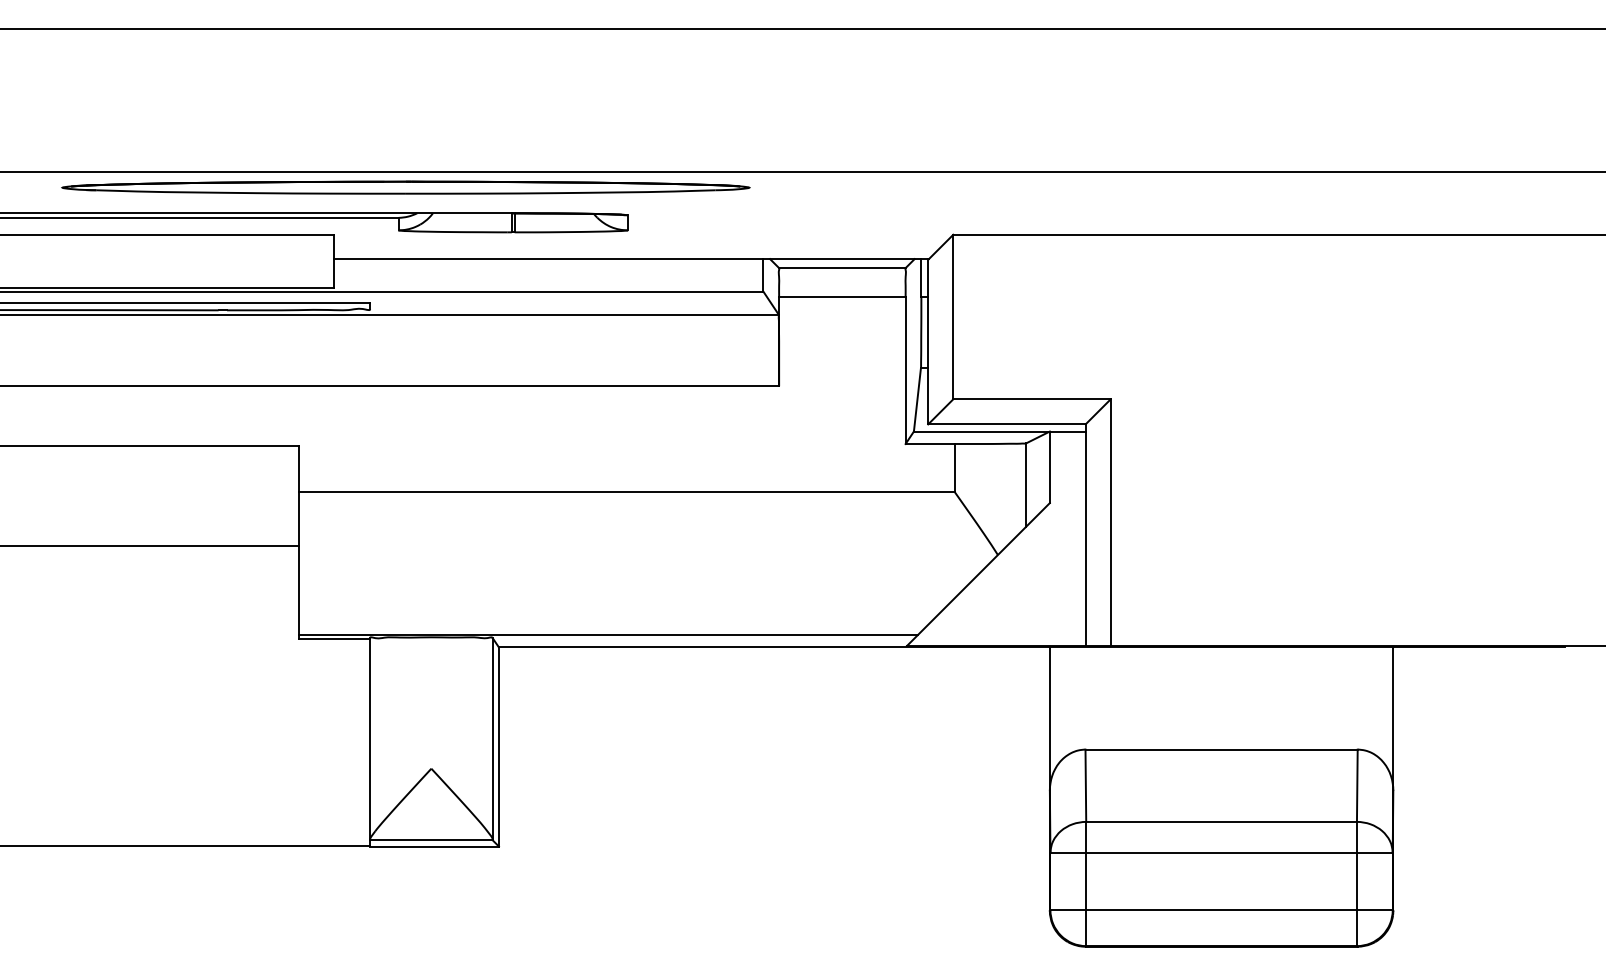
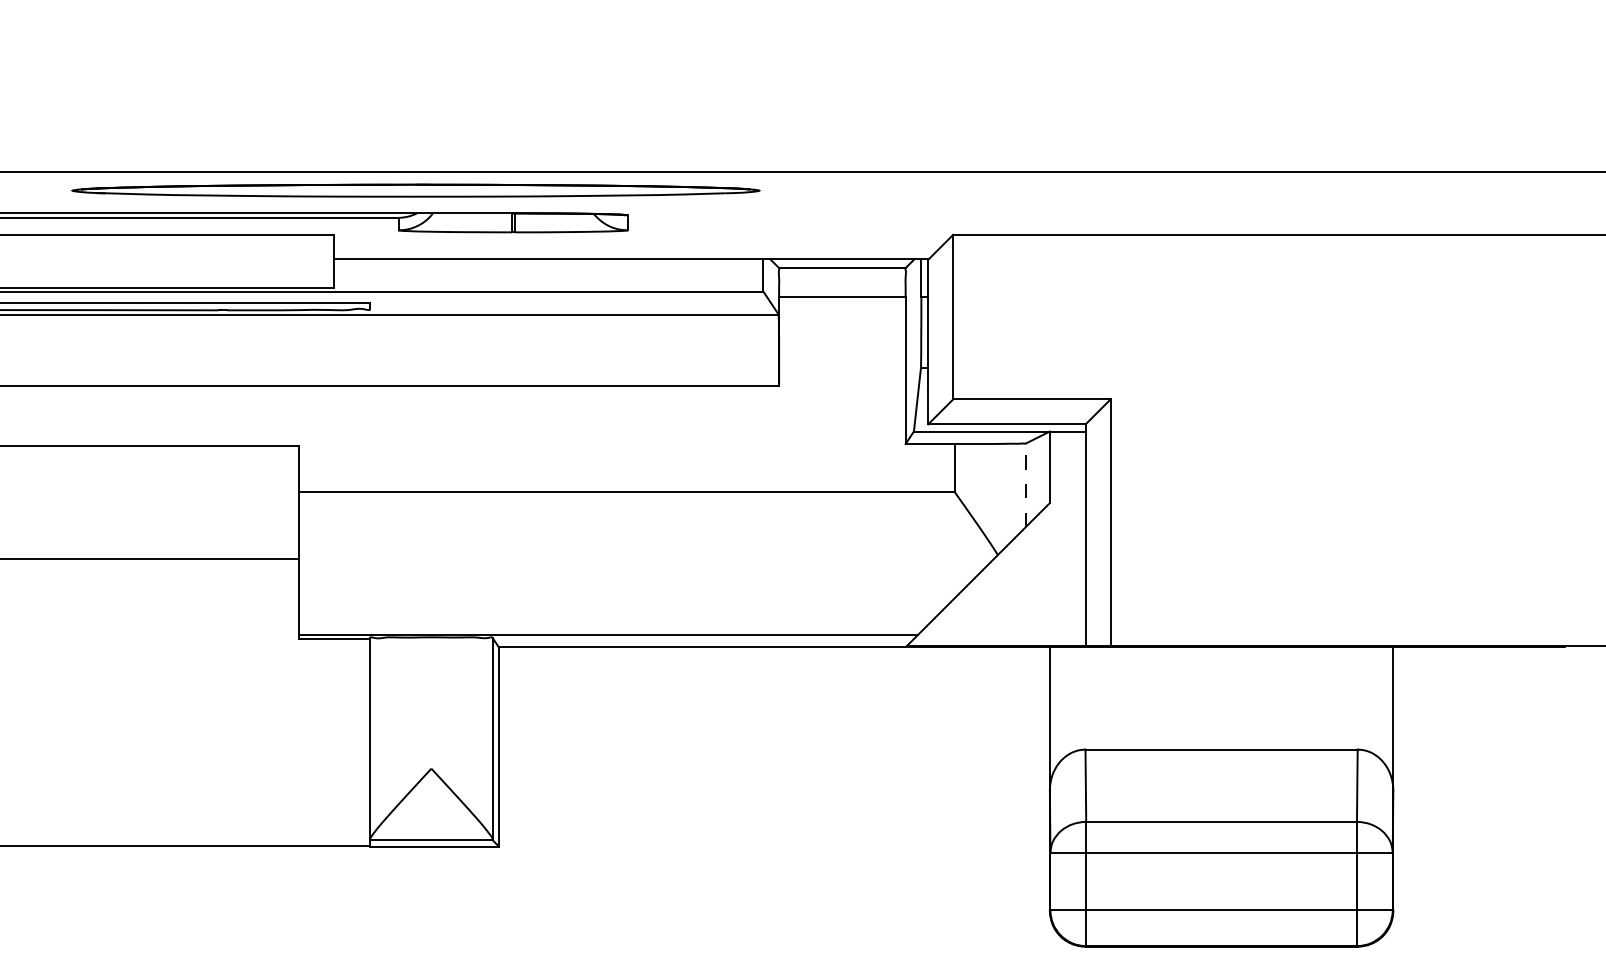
line at (802, 29): present -> none
part at (405, 187) position: (405, 187) -> (415, 190)
line at (1026, 485): solid -> dashed
line at (150, 546) position: (150, 546) -> (150, 559)
